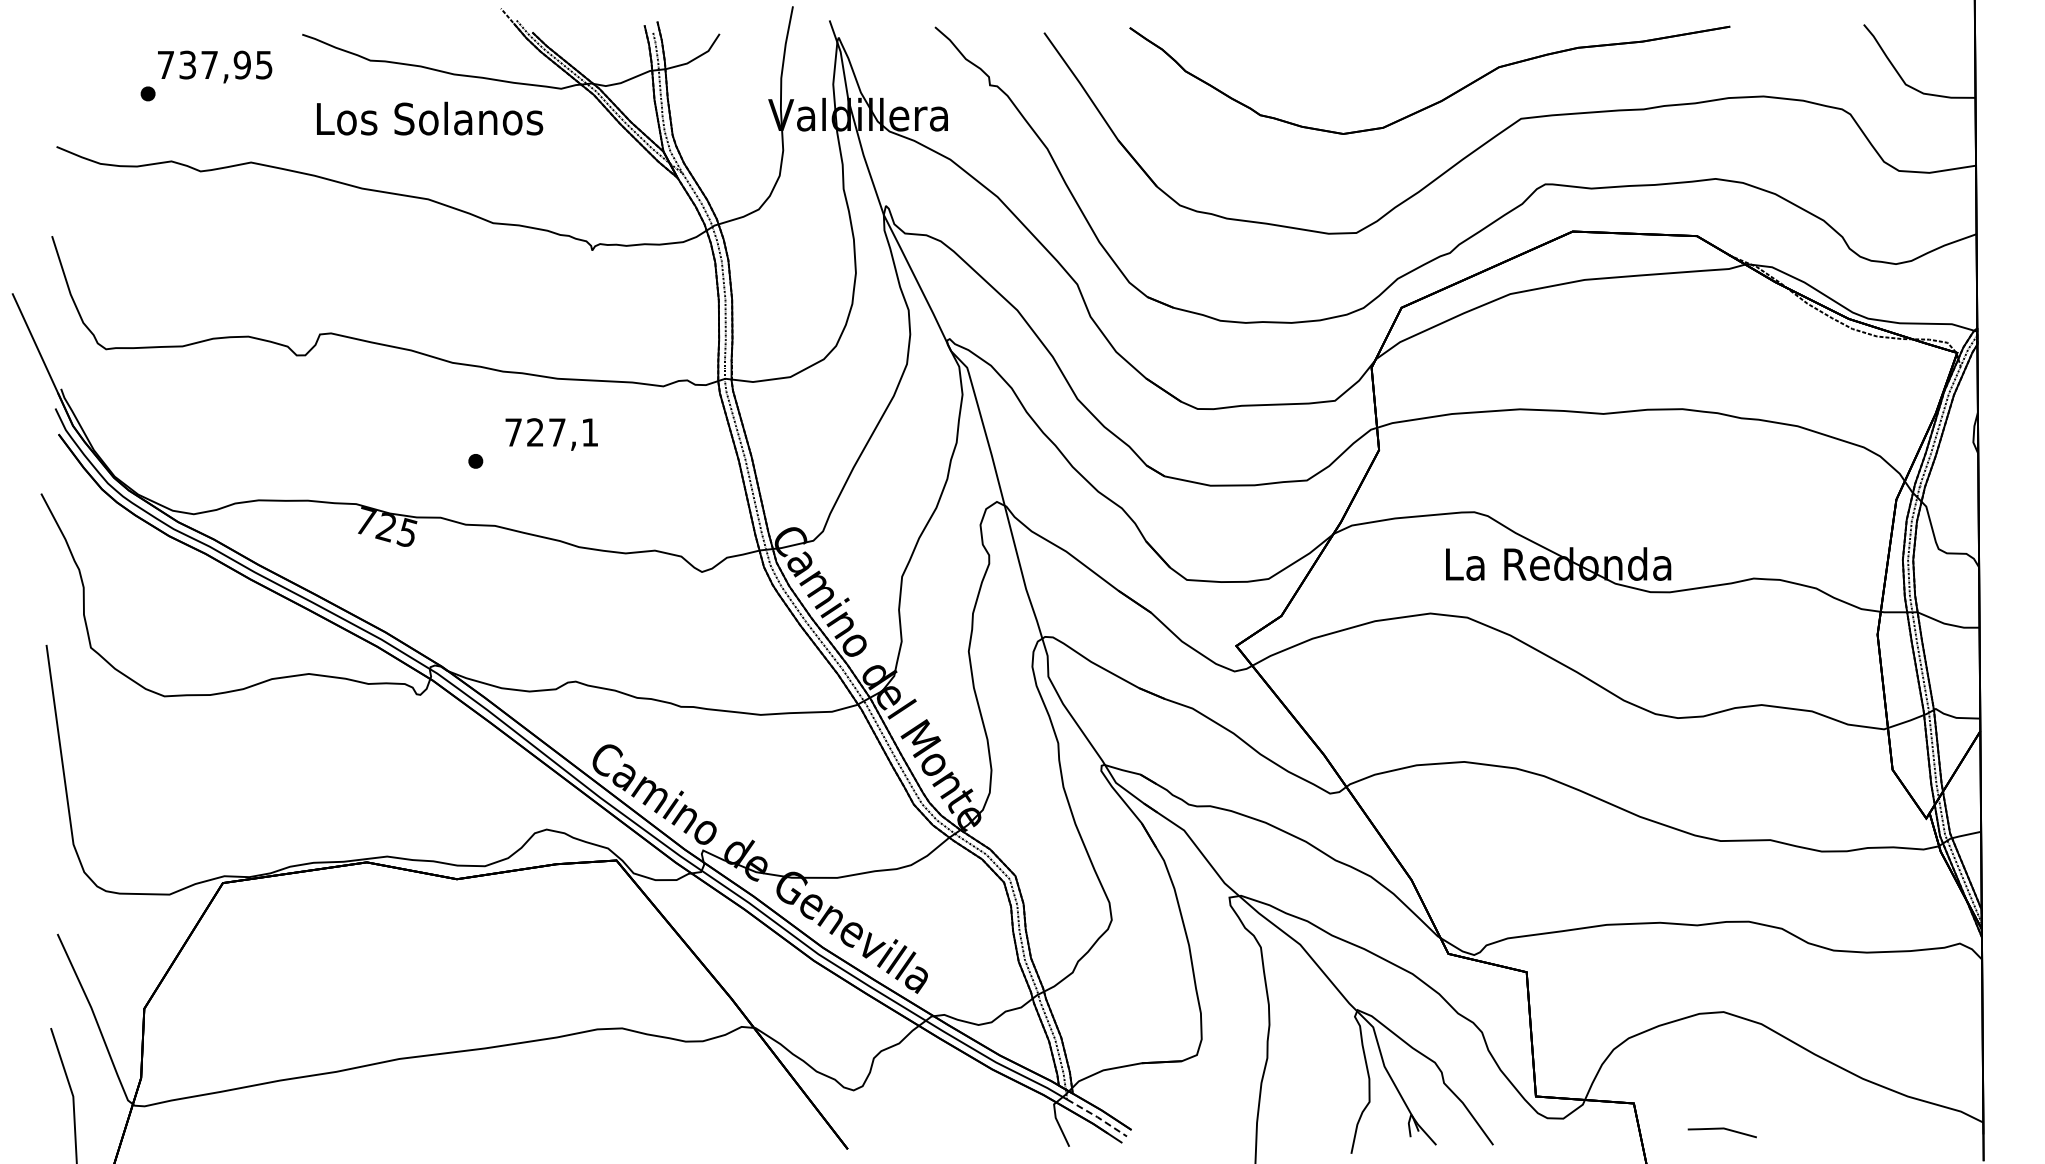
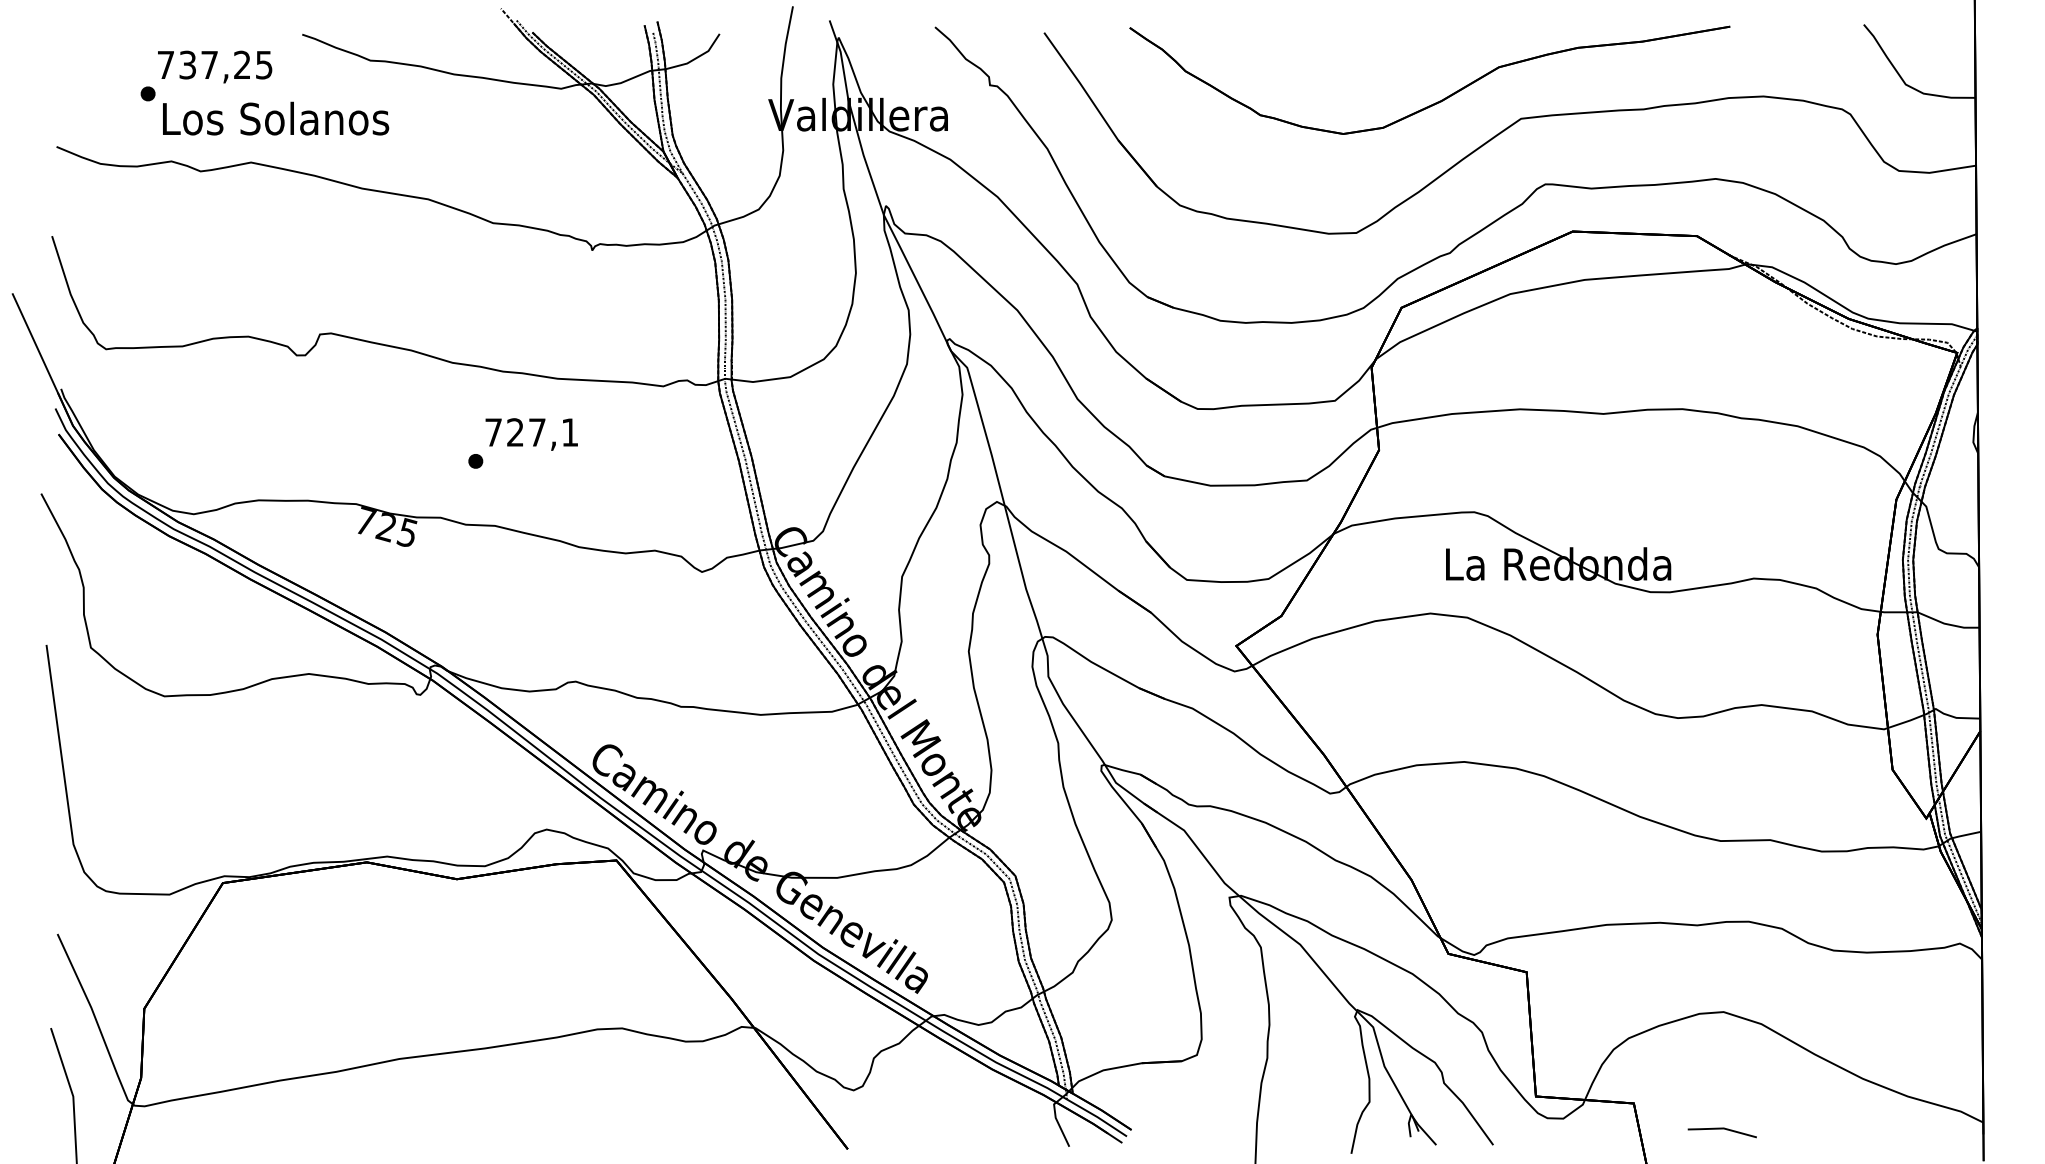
text at (241, 64): 737,95 -> 737,25
text at (430, 118) position: (430, 118) -> (276, 118)
text at (551, 434) position: (551, 434) -> (531, 434)
line at (1097, 1117): dashed -> solid
